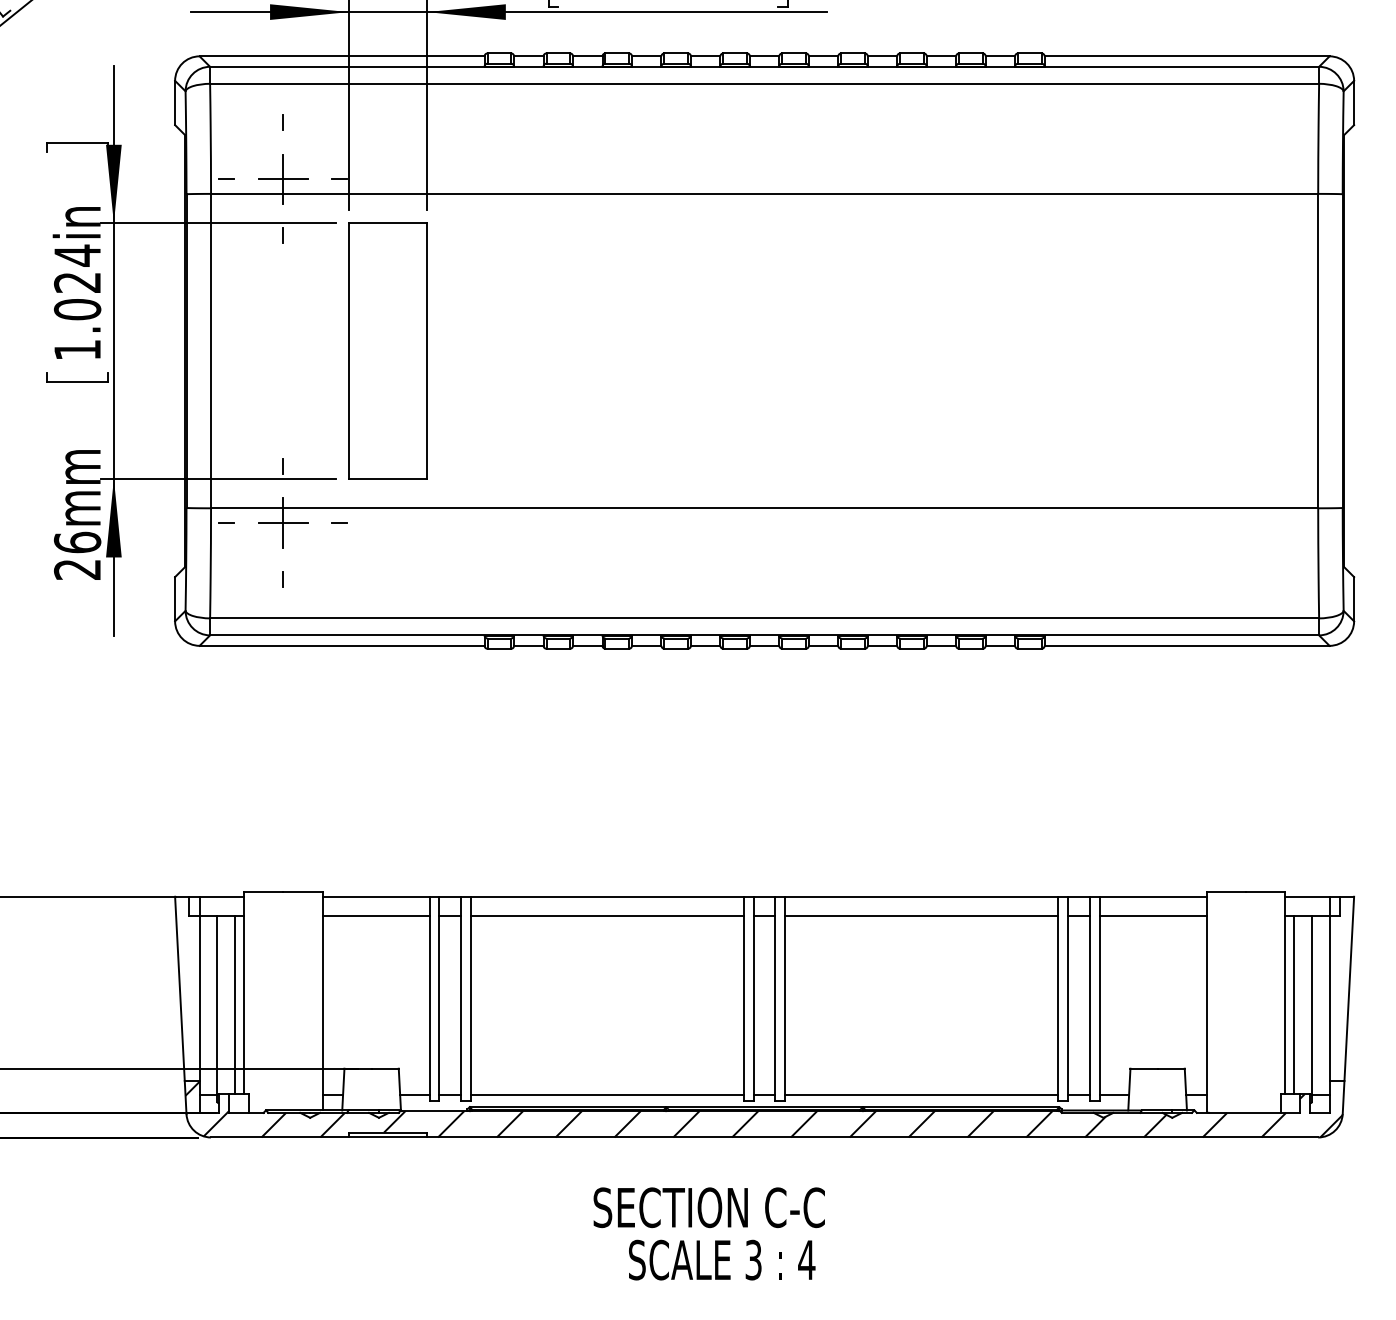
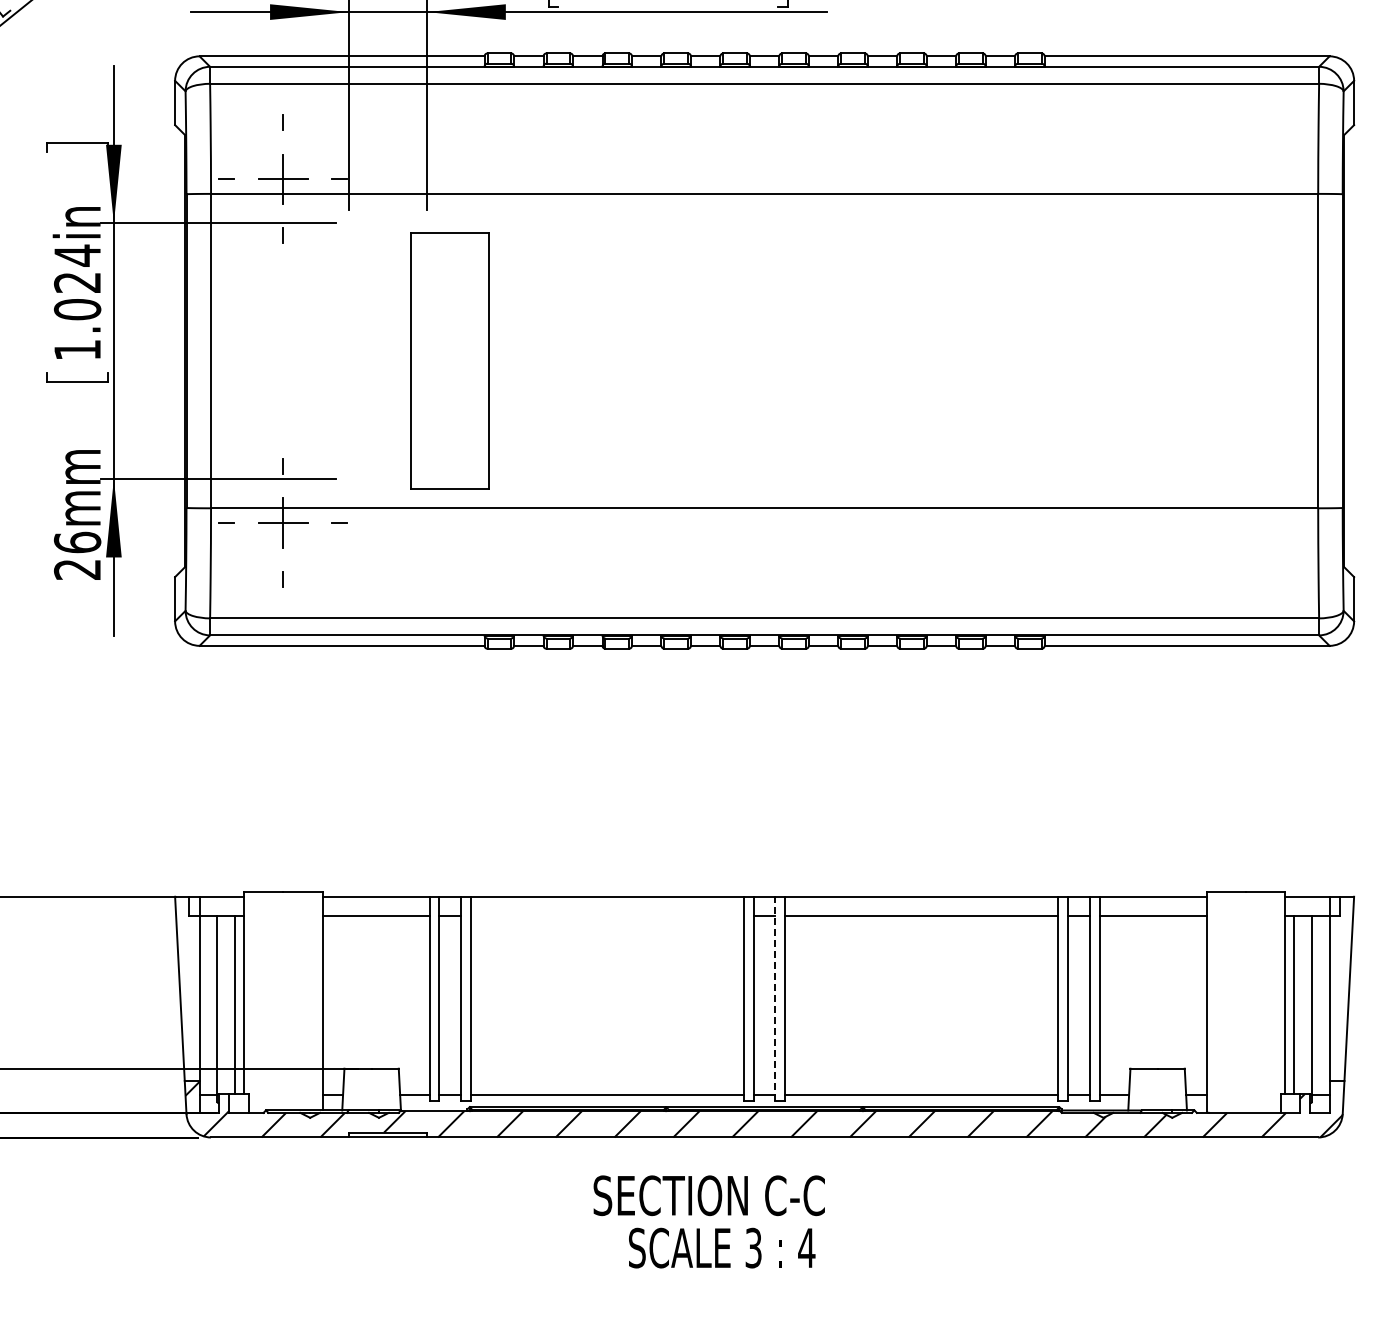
part at (387, 350) position: (387, 350) -> (449, 360)
line at (606, 916): present -> none
line at (775, 998): solid -> dashed
text at (708, 1233) position: (708, 1233) -> (708, 1221)
